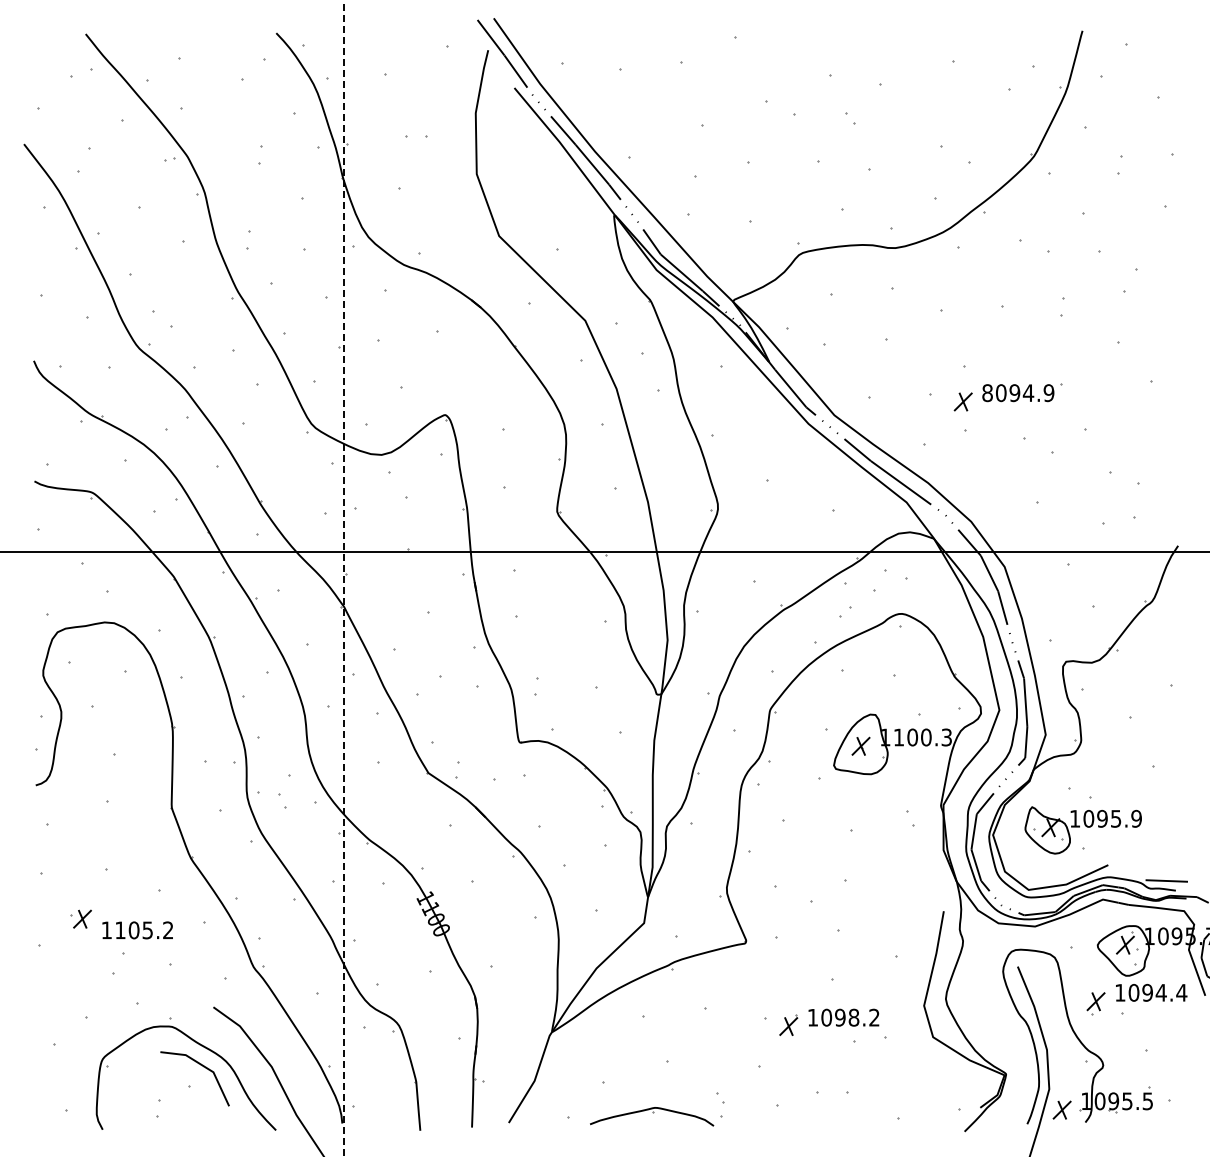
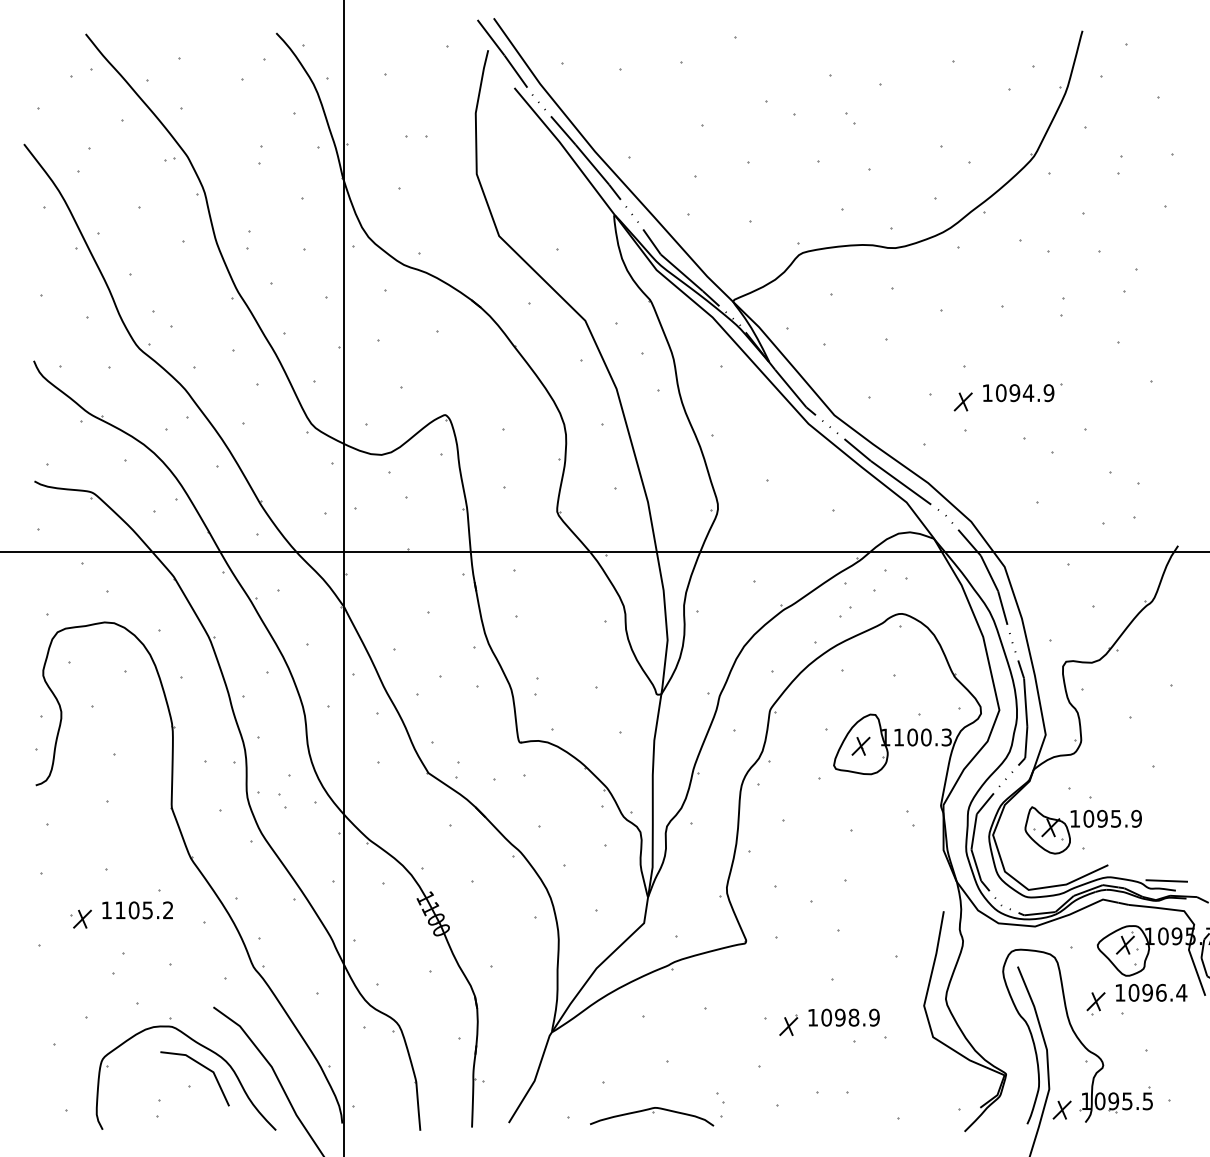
text at (987, 393): 8094.9 -> 1094.9
line at (343, 578): dashed -> solid
text at (137, 930) position: (137, 930) -> (137, 910)
text at (1160, 992): 1094.4 -> 1096.4
text at (874, 1017): 1098.2 -> 1098.9
